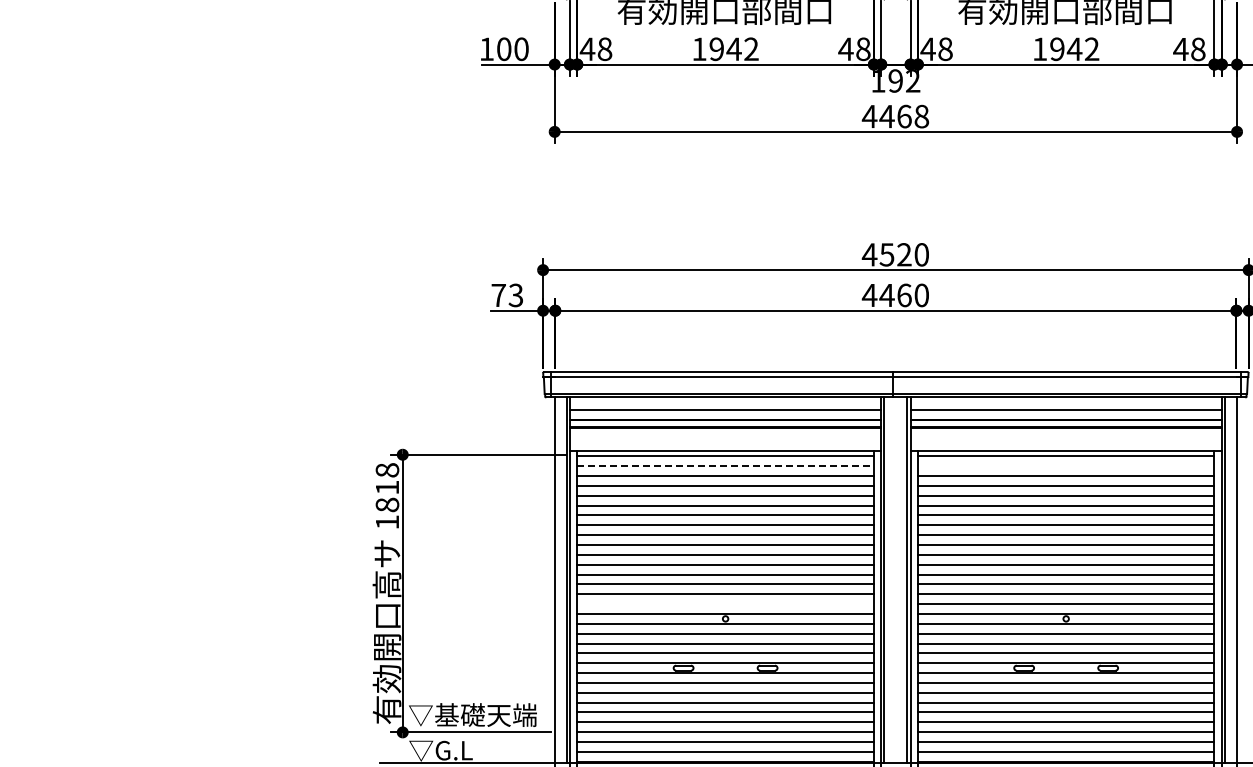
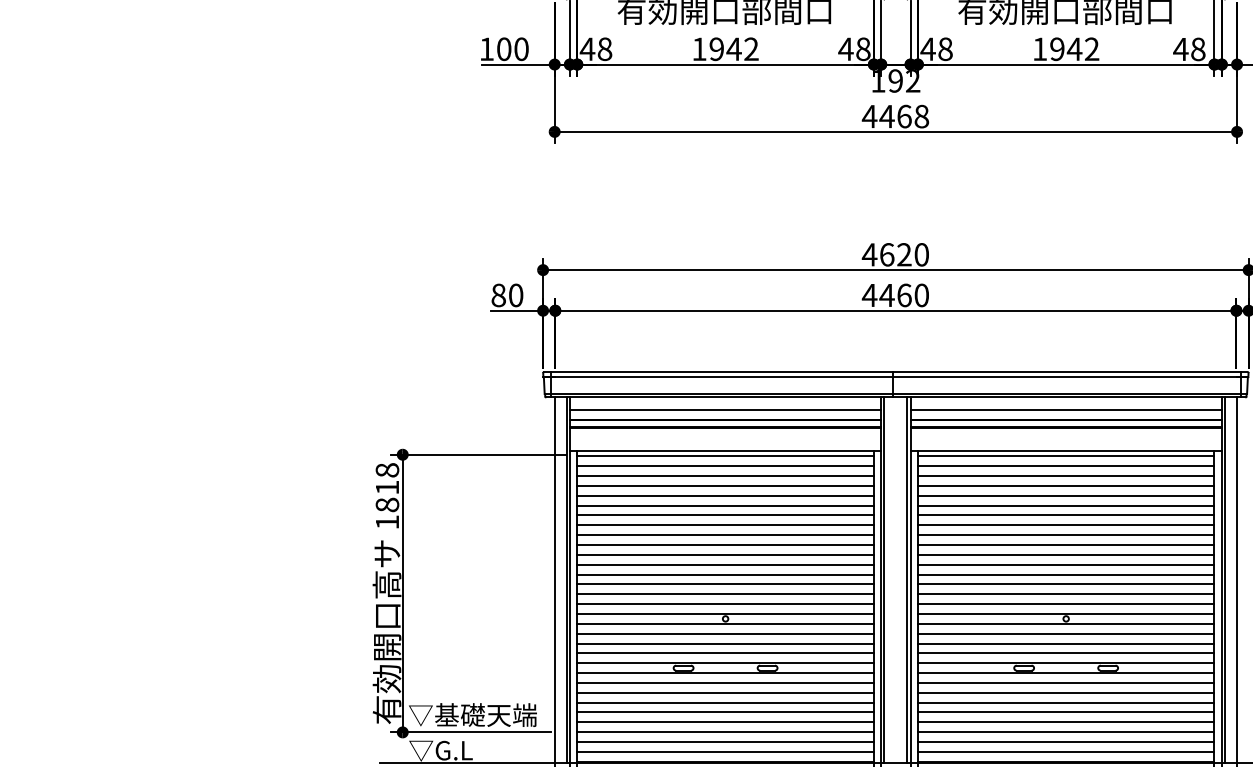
text at (886, 254): 4520 -> 4620
text at (507, 295): 73 -> 80
line at (726, 466): dashed -> solid
line at (1065, 466): none -> present
line at (725, 604): none -> present
